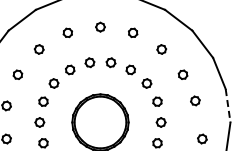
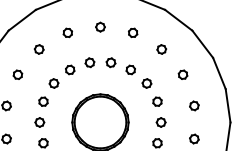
part at (195, 100) position: (195, 100) -> (194, 105)
line at (228, 105): dashed -> solid
part at (202, 138) position: (202, 138) -> (194, 138)
